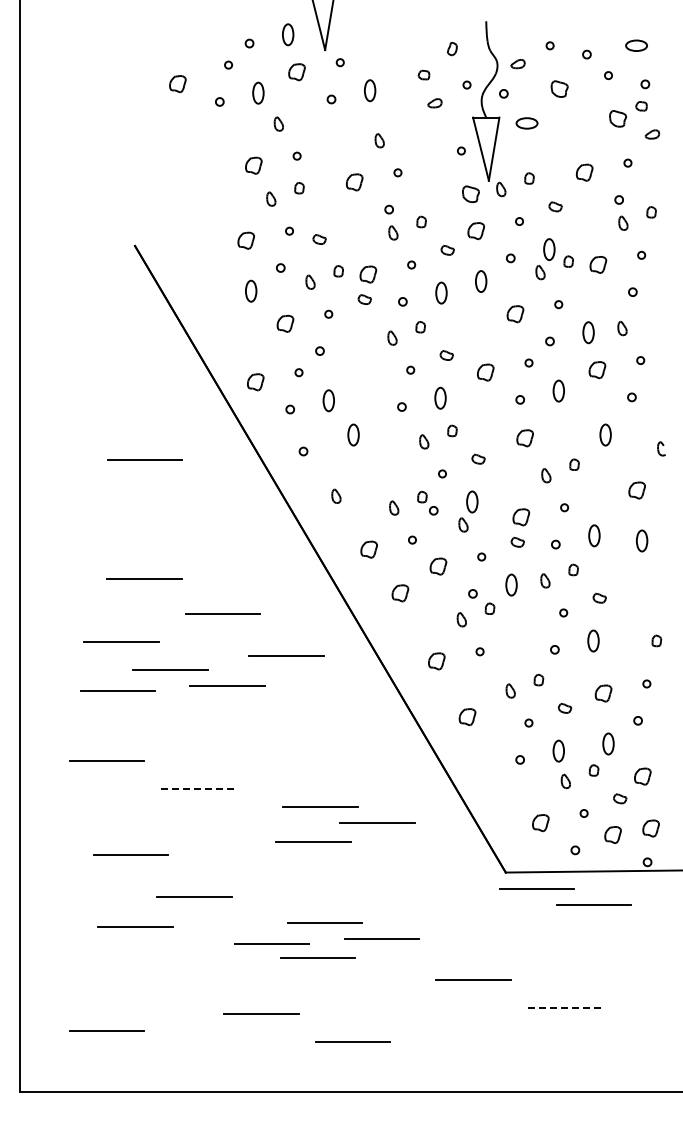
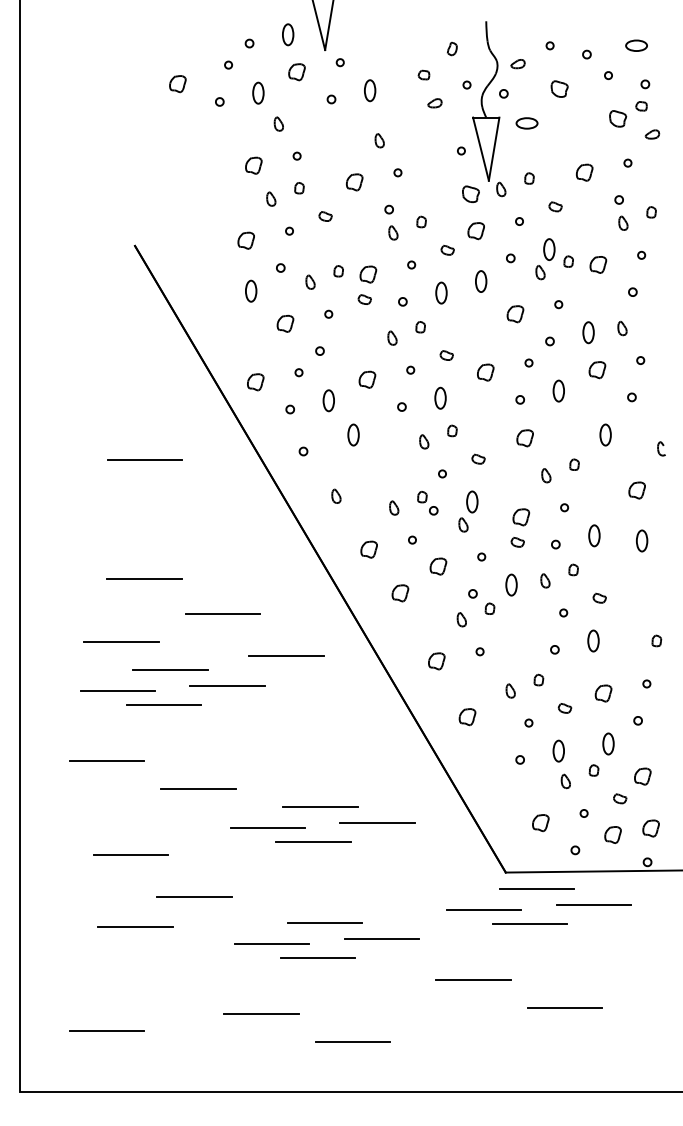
part at (319, 239) position: (319, 239) -> (325, 216)
part at (367, 379): none -> present
line at (163, 704): none -> present
line at (199, 789): dashed -> solid
line at (267, 828): none -> present
line at (483, 909): none -> present
line at (529, 923): none -> present
line at (565, 1008): dashed -> solid
